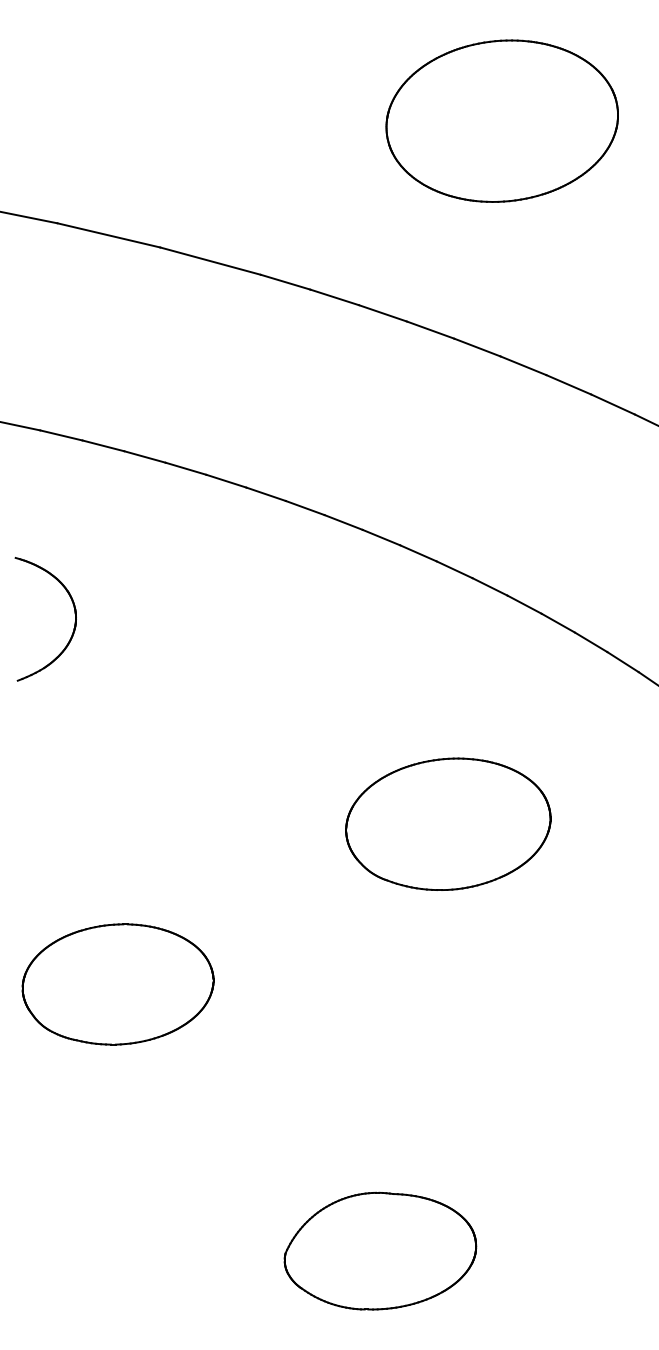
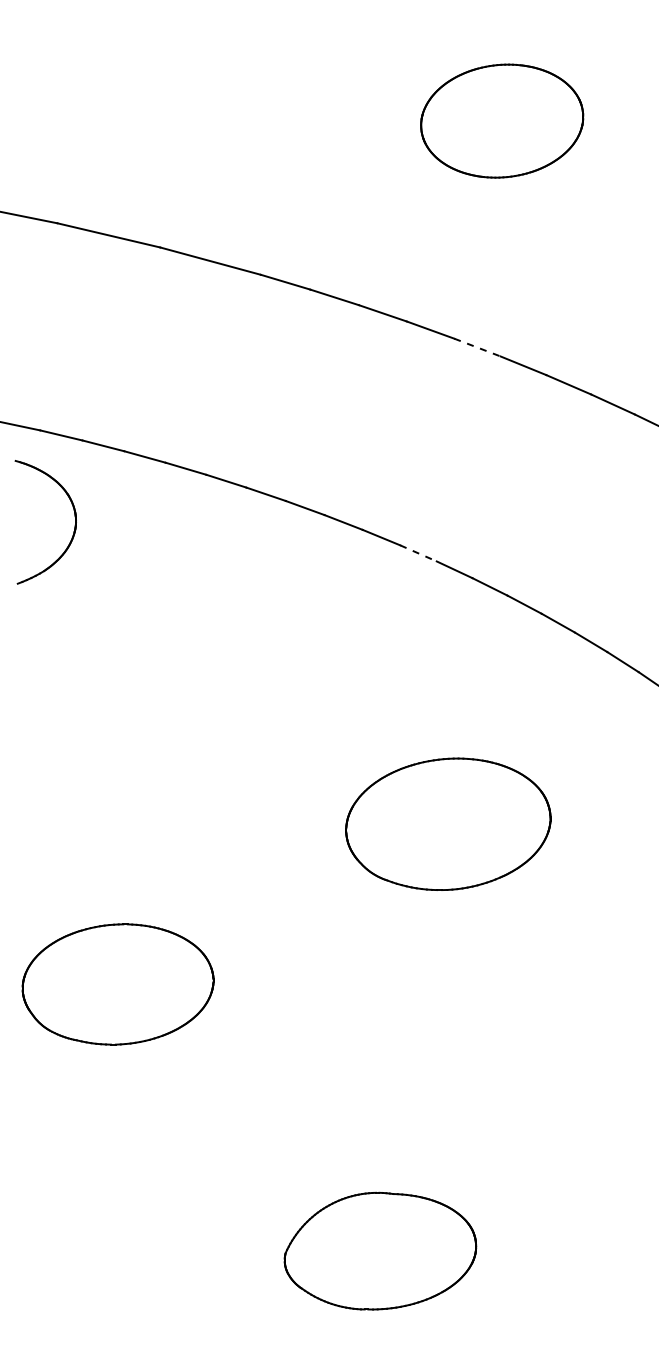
part at (501, 120) size: 234x164 px -> 165x116 px
line at (477, 347): solid -> dashed
line at (418, 553): solid -> dashed
part at (74, 622) position: (74, 622) -> (74, 525)
